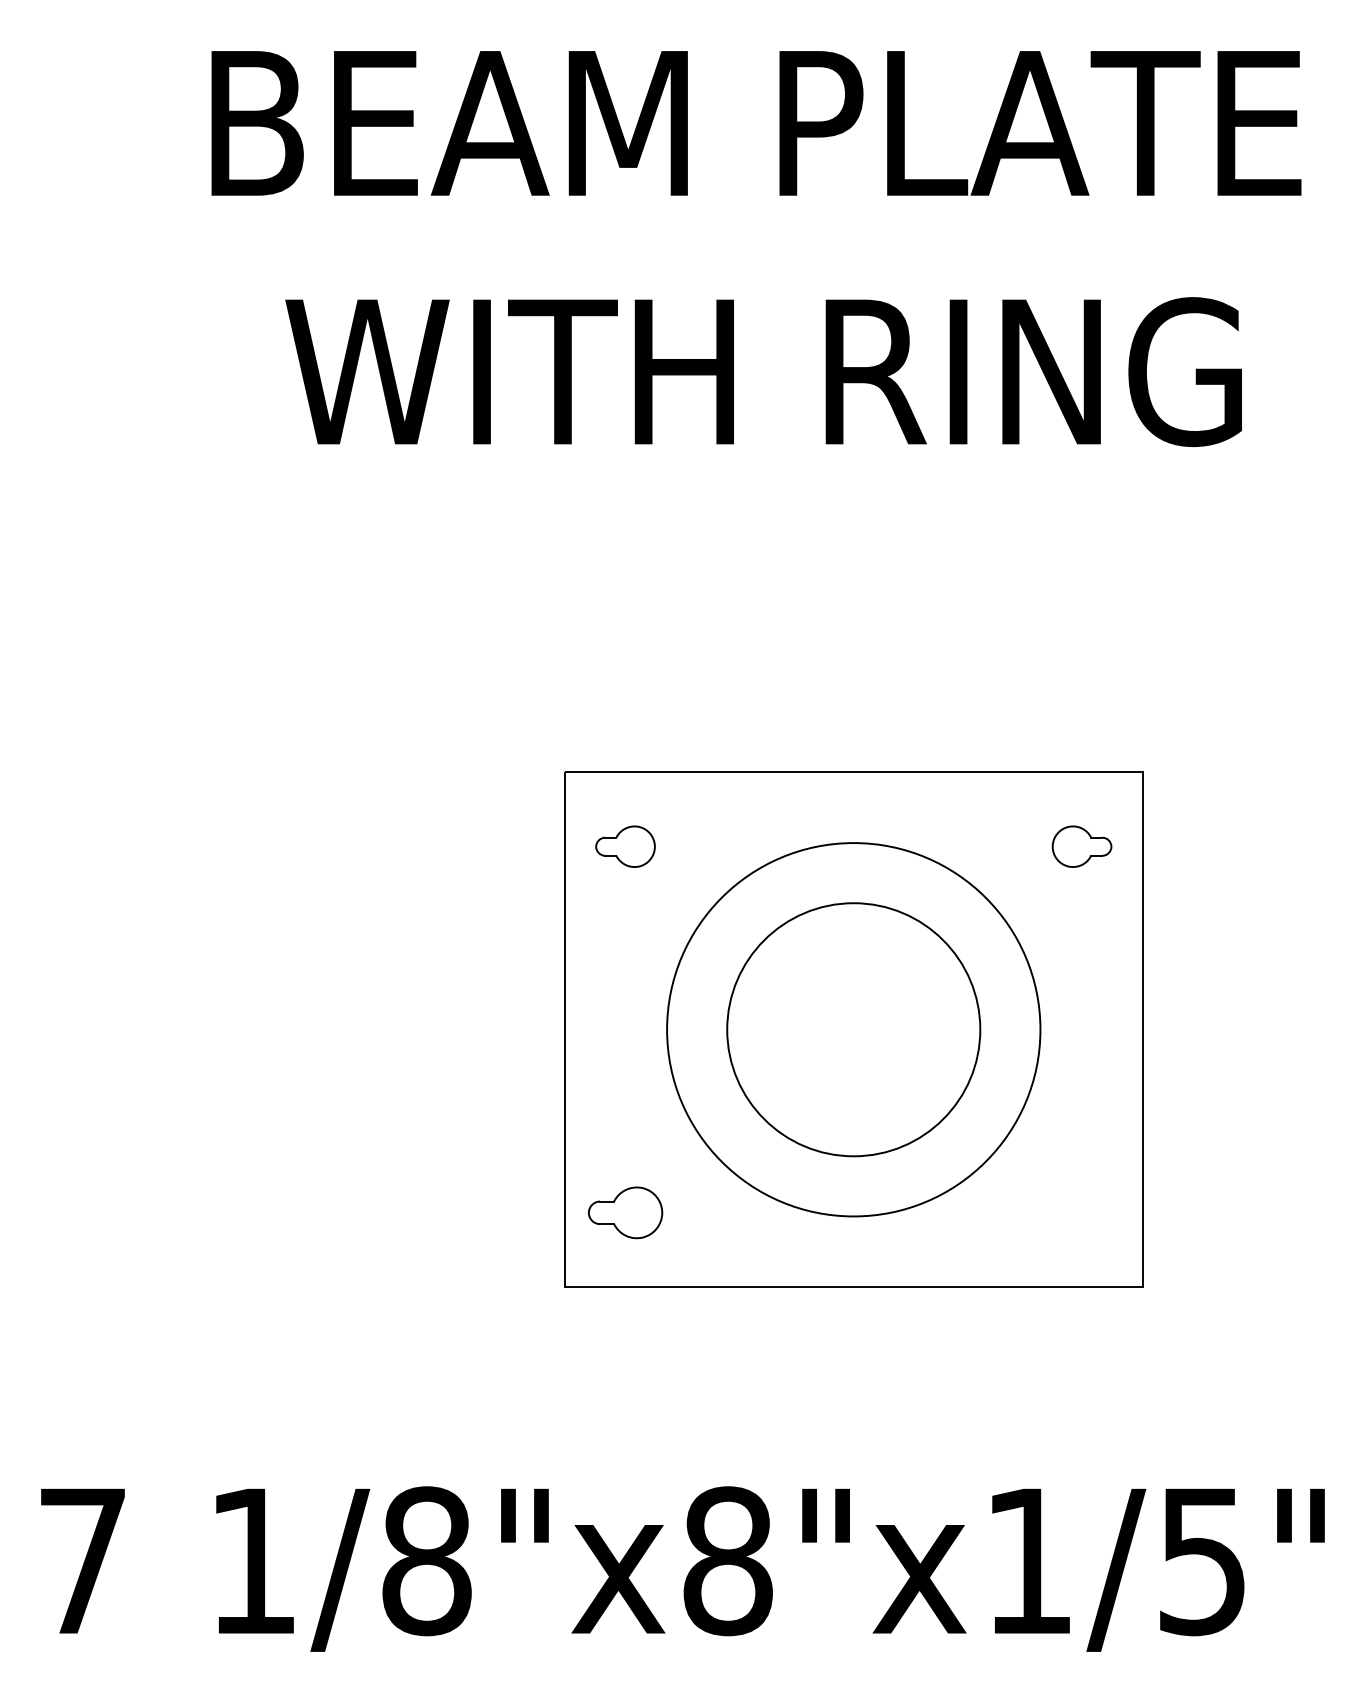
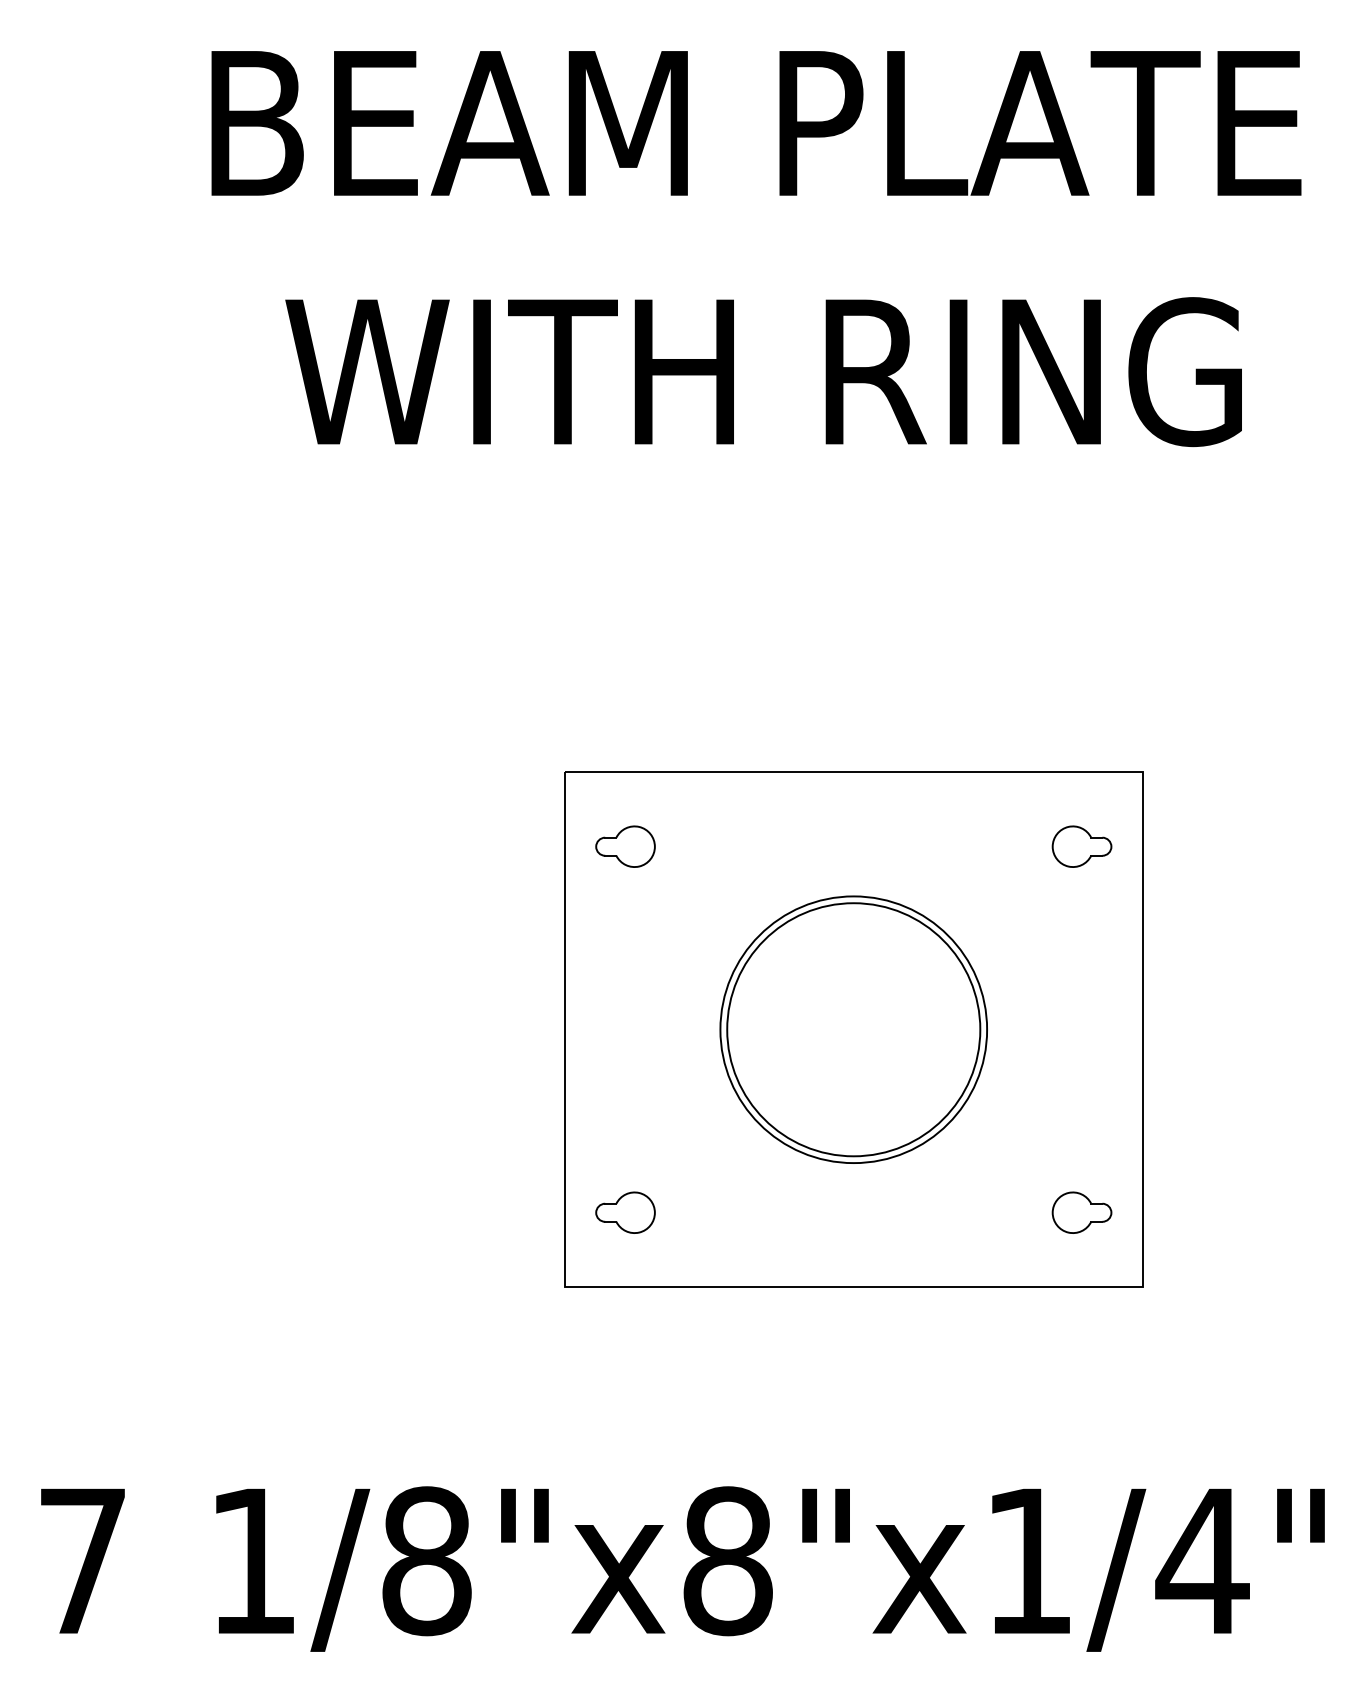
circle at (853, 1029) diameter: 373 px -> 267 px
part at (625, 1212) size: 76x54 px -> 61x43 px
part at (1081, 1212): none -> present
text at (1202, 1562): 1/8"x8"x1/5" -> 1/8"x8"x1/4"
